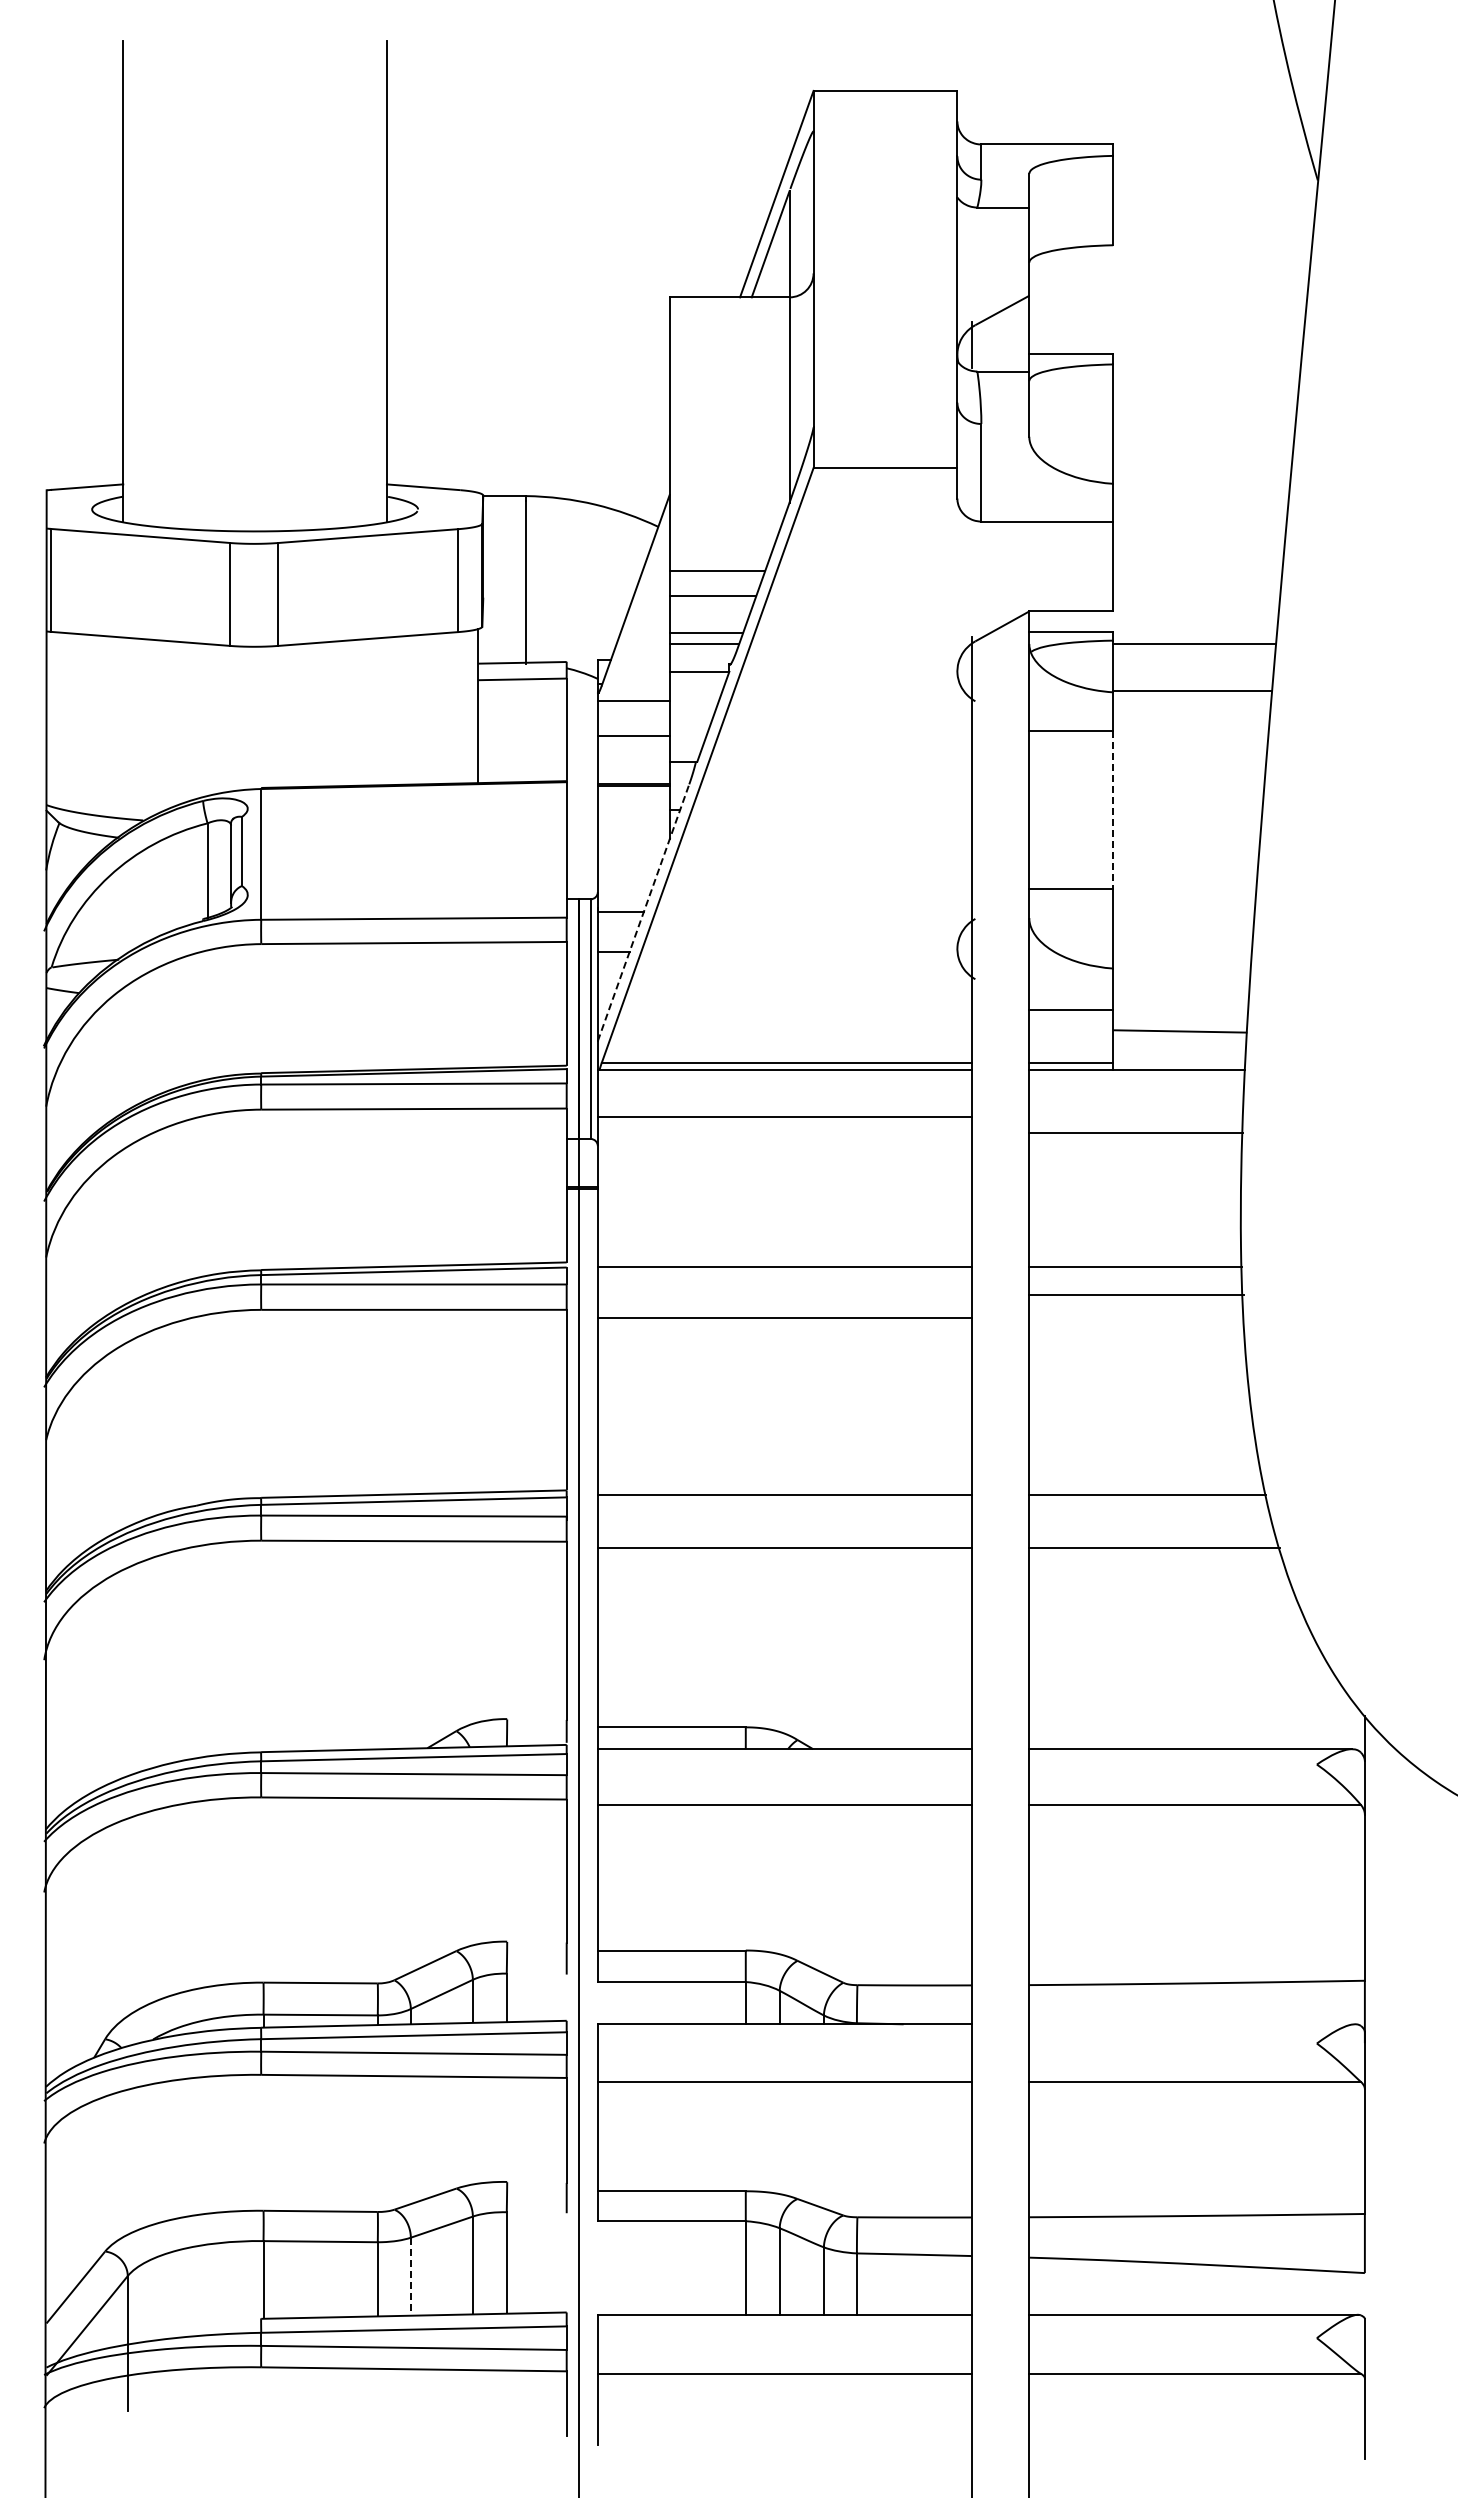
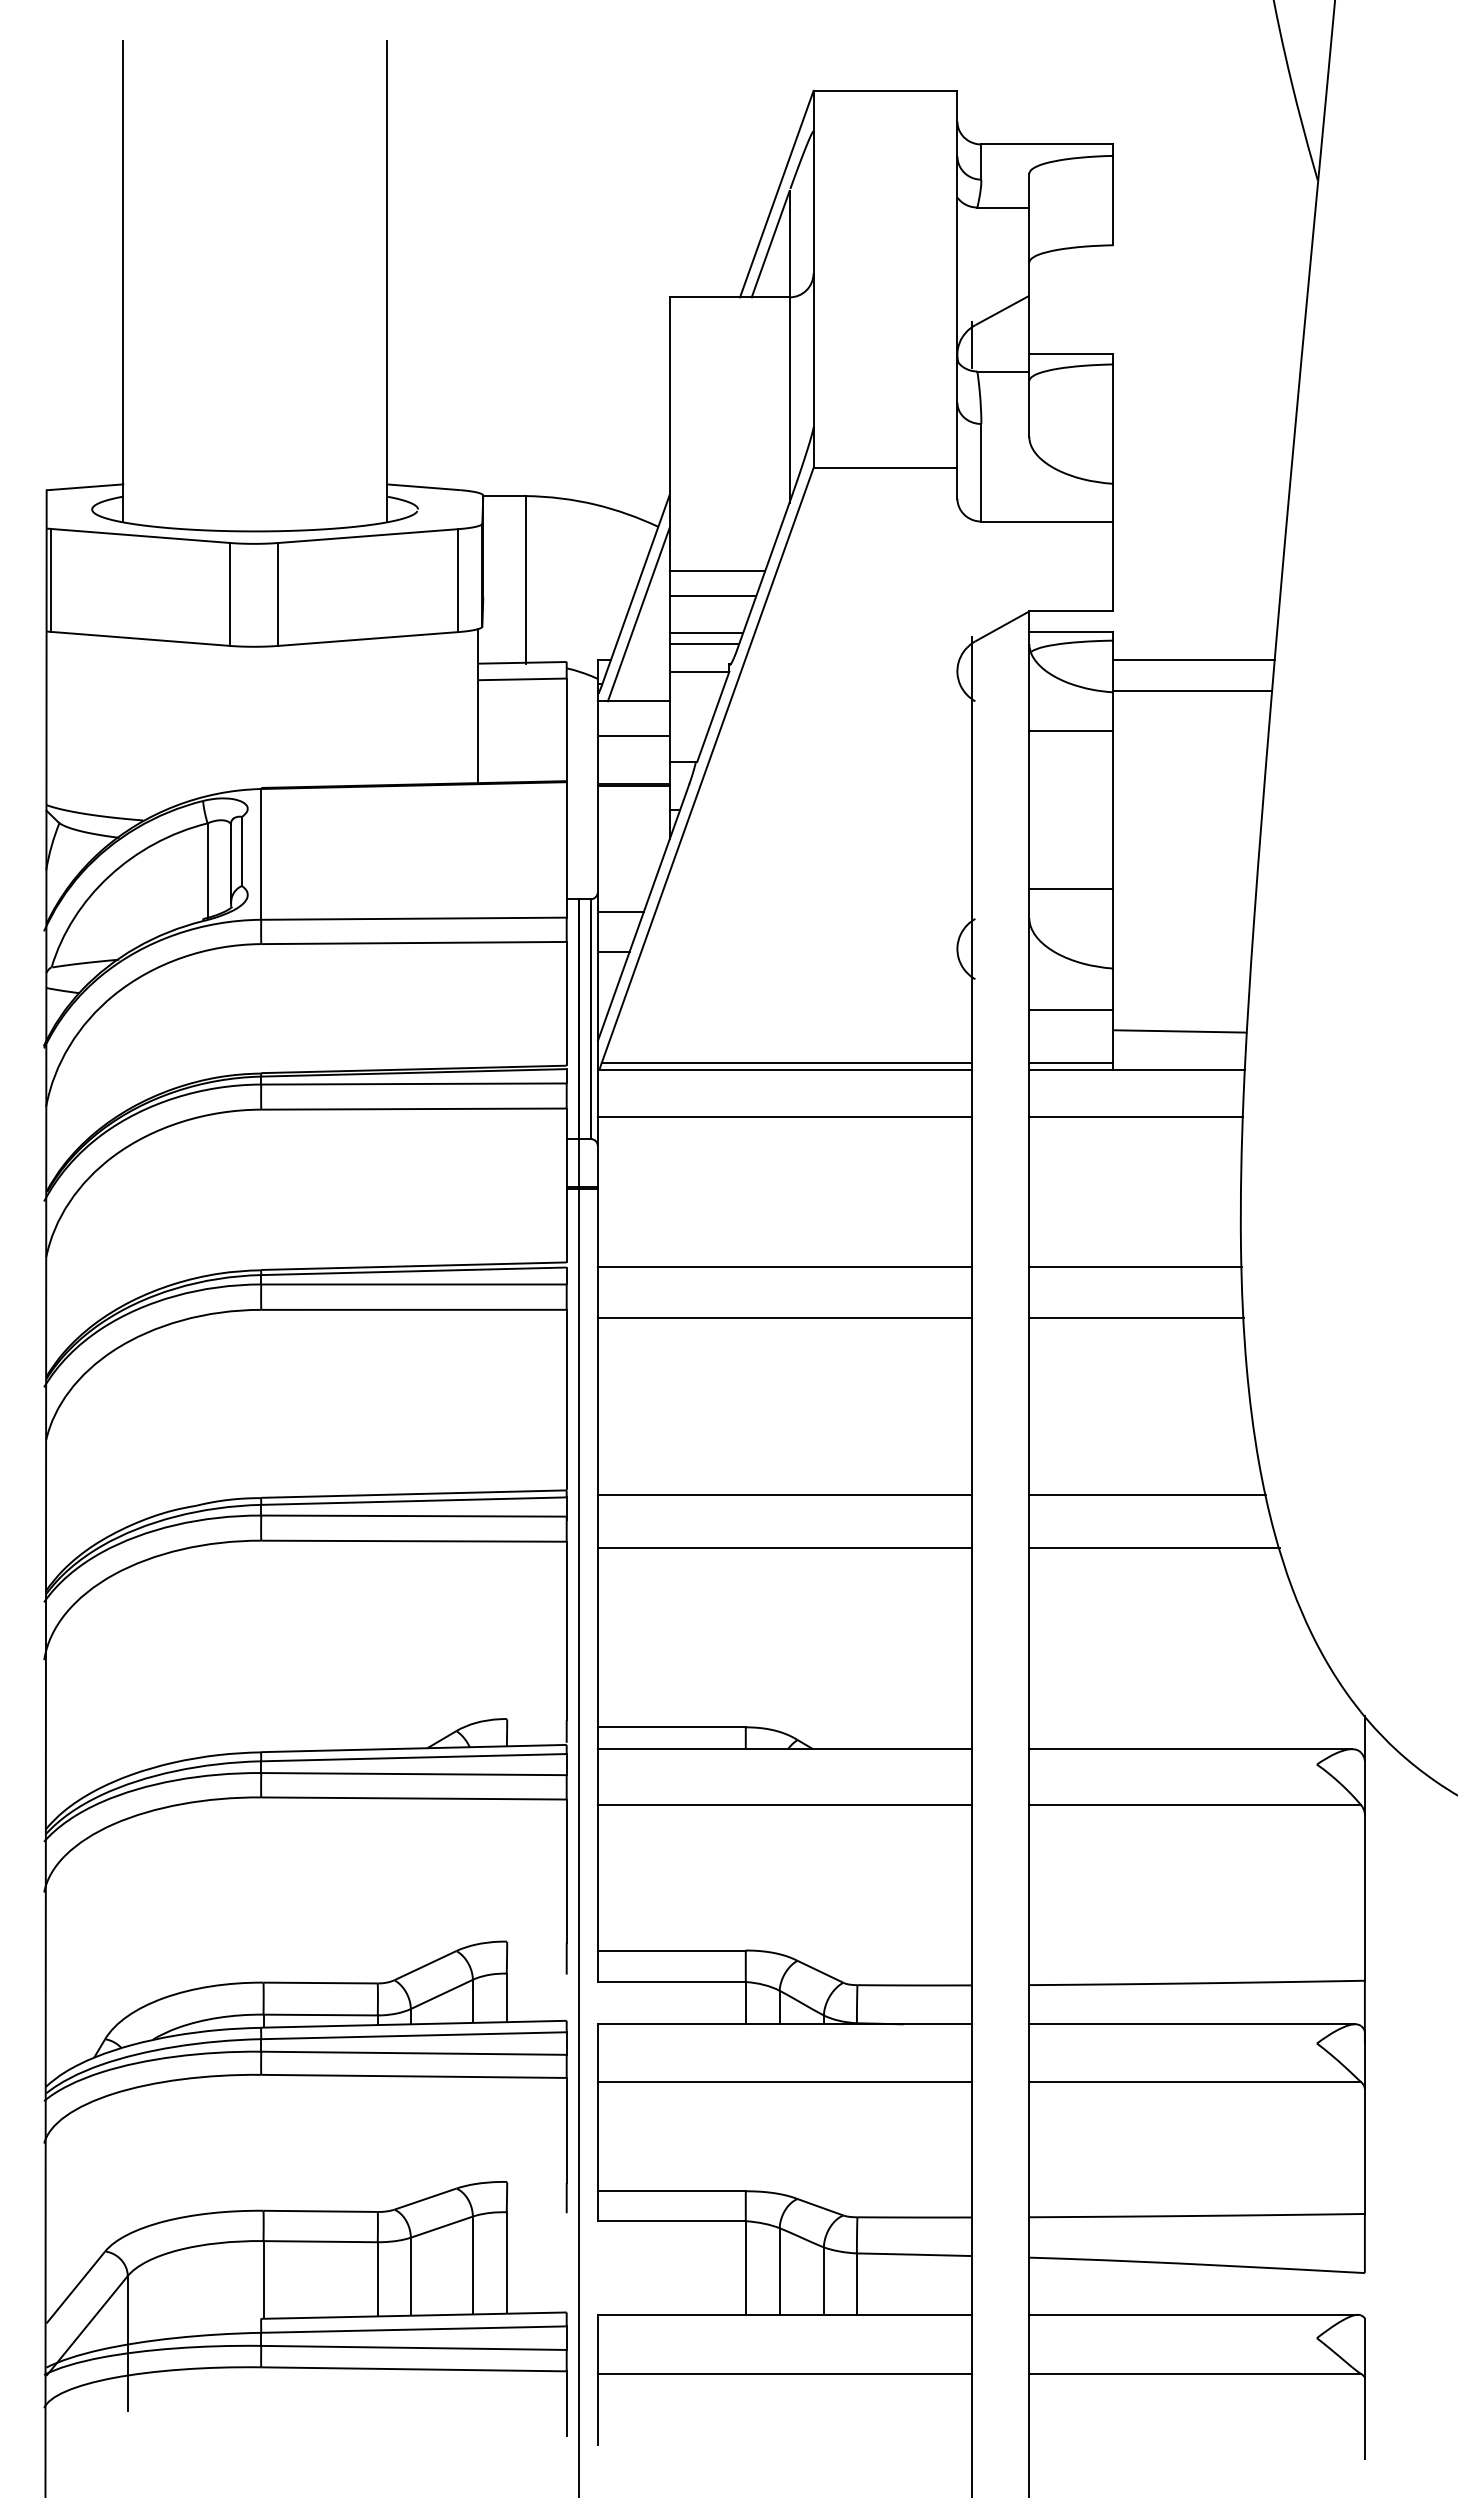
line at (638, 614): none -> present
line at (1193, 644) position: (1193, 644) -> (1193, 660)
line at (1113, 810): dashed -> solid
line at (643, 912): dashed -> solid
line at (1136, 1133) position: (1136, 1133) -> (1136, 1117)
line at (1136, 1294) position: (1136, 1294) -> (1136, 1317)
line at (1191, 2024): none -> present
line at (410, 2276): dashed -> solid
